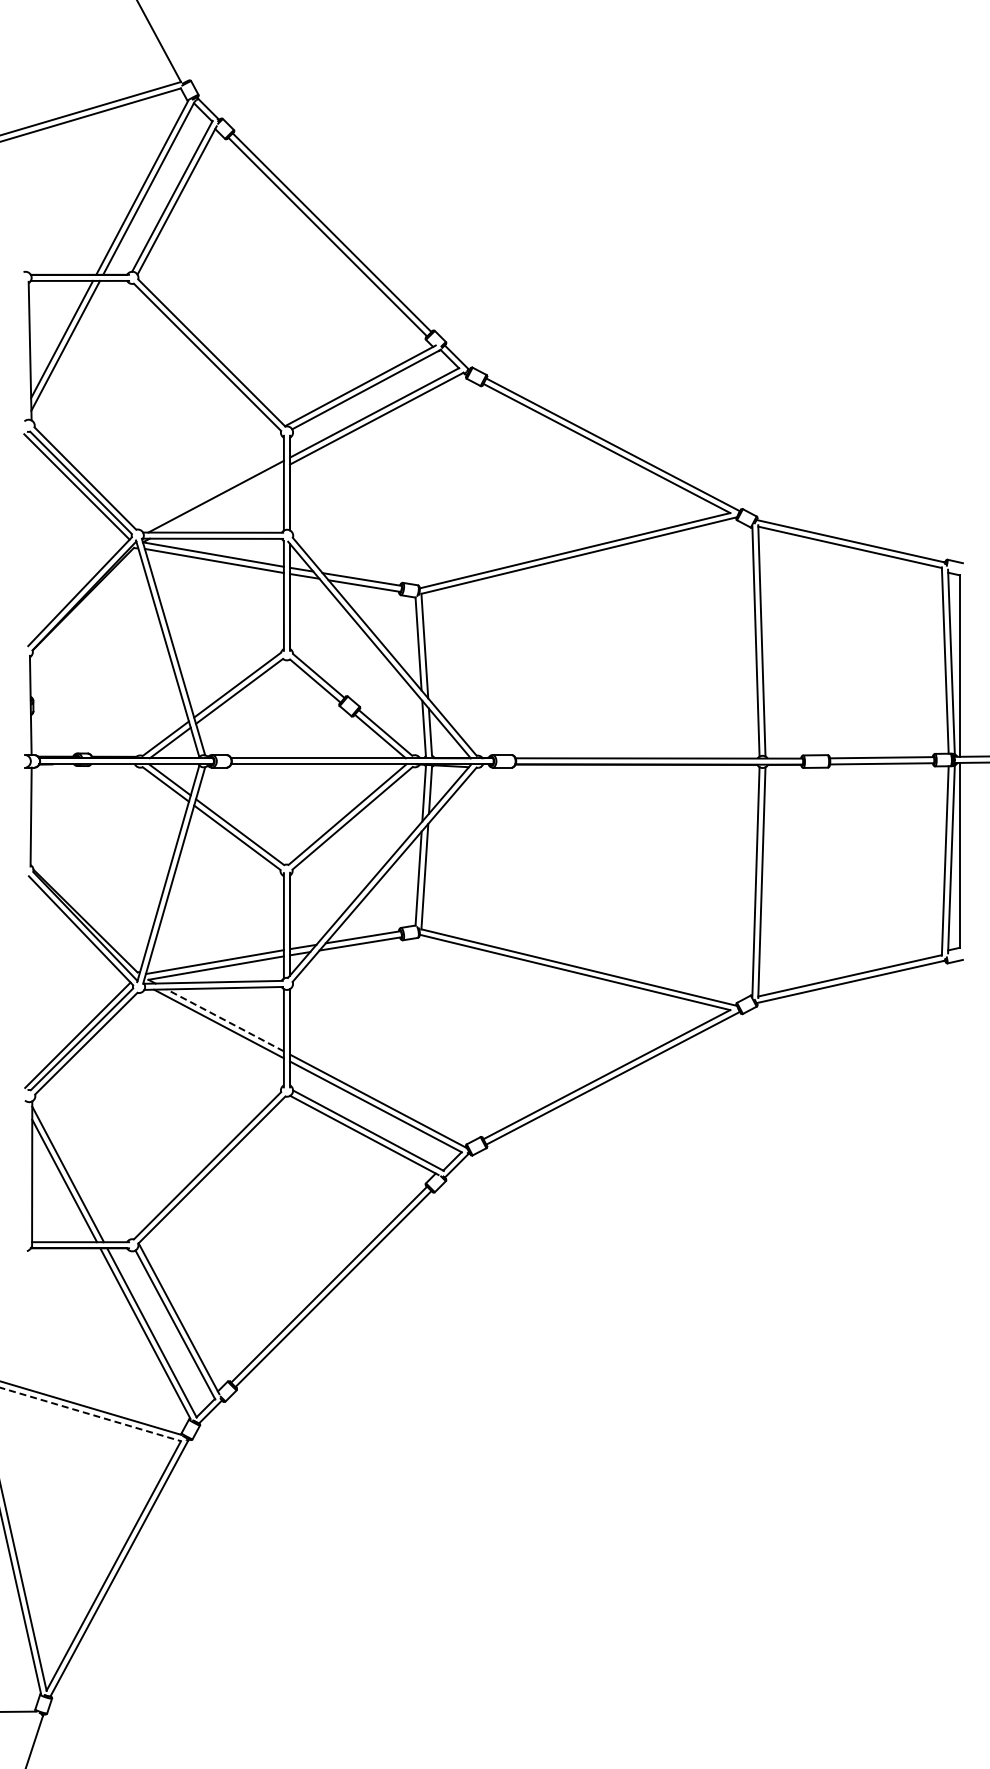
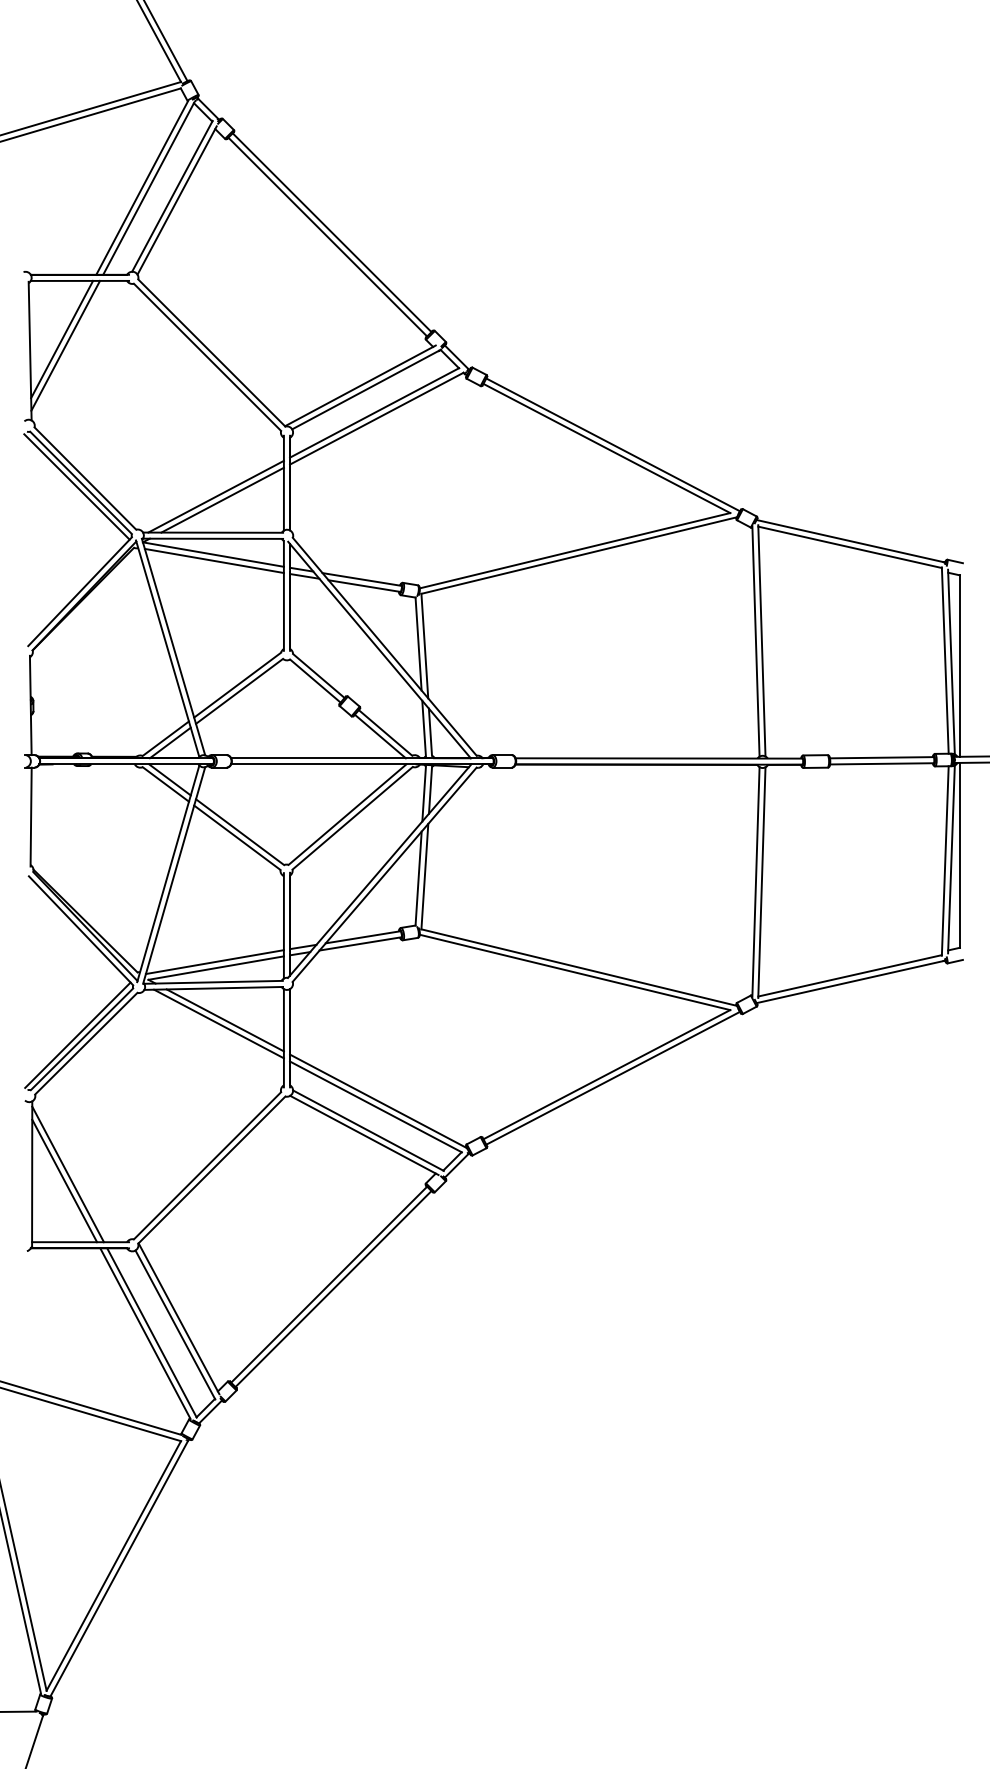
line at (166, 41): none -> present
line at (222, 499): none -> present
line at (224, 1020): dashed -> solid
line at (91, 1414): dashed -> solid
